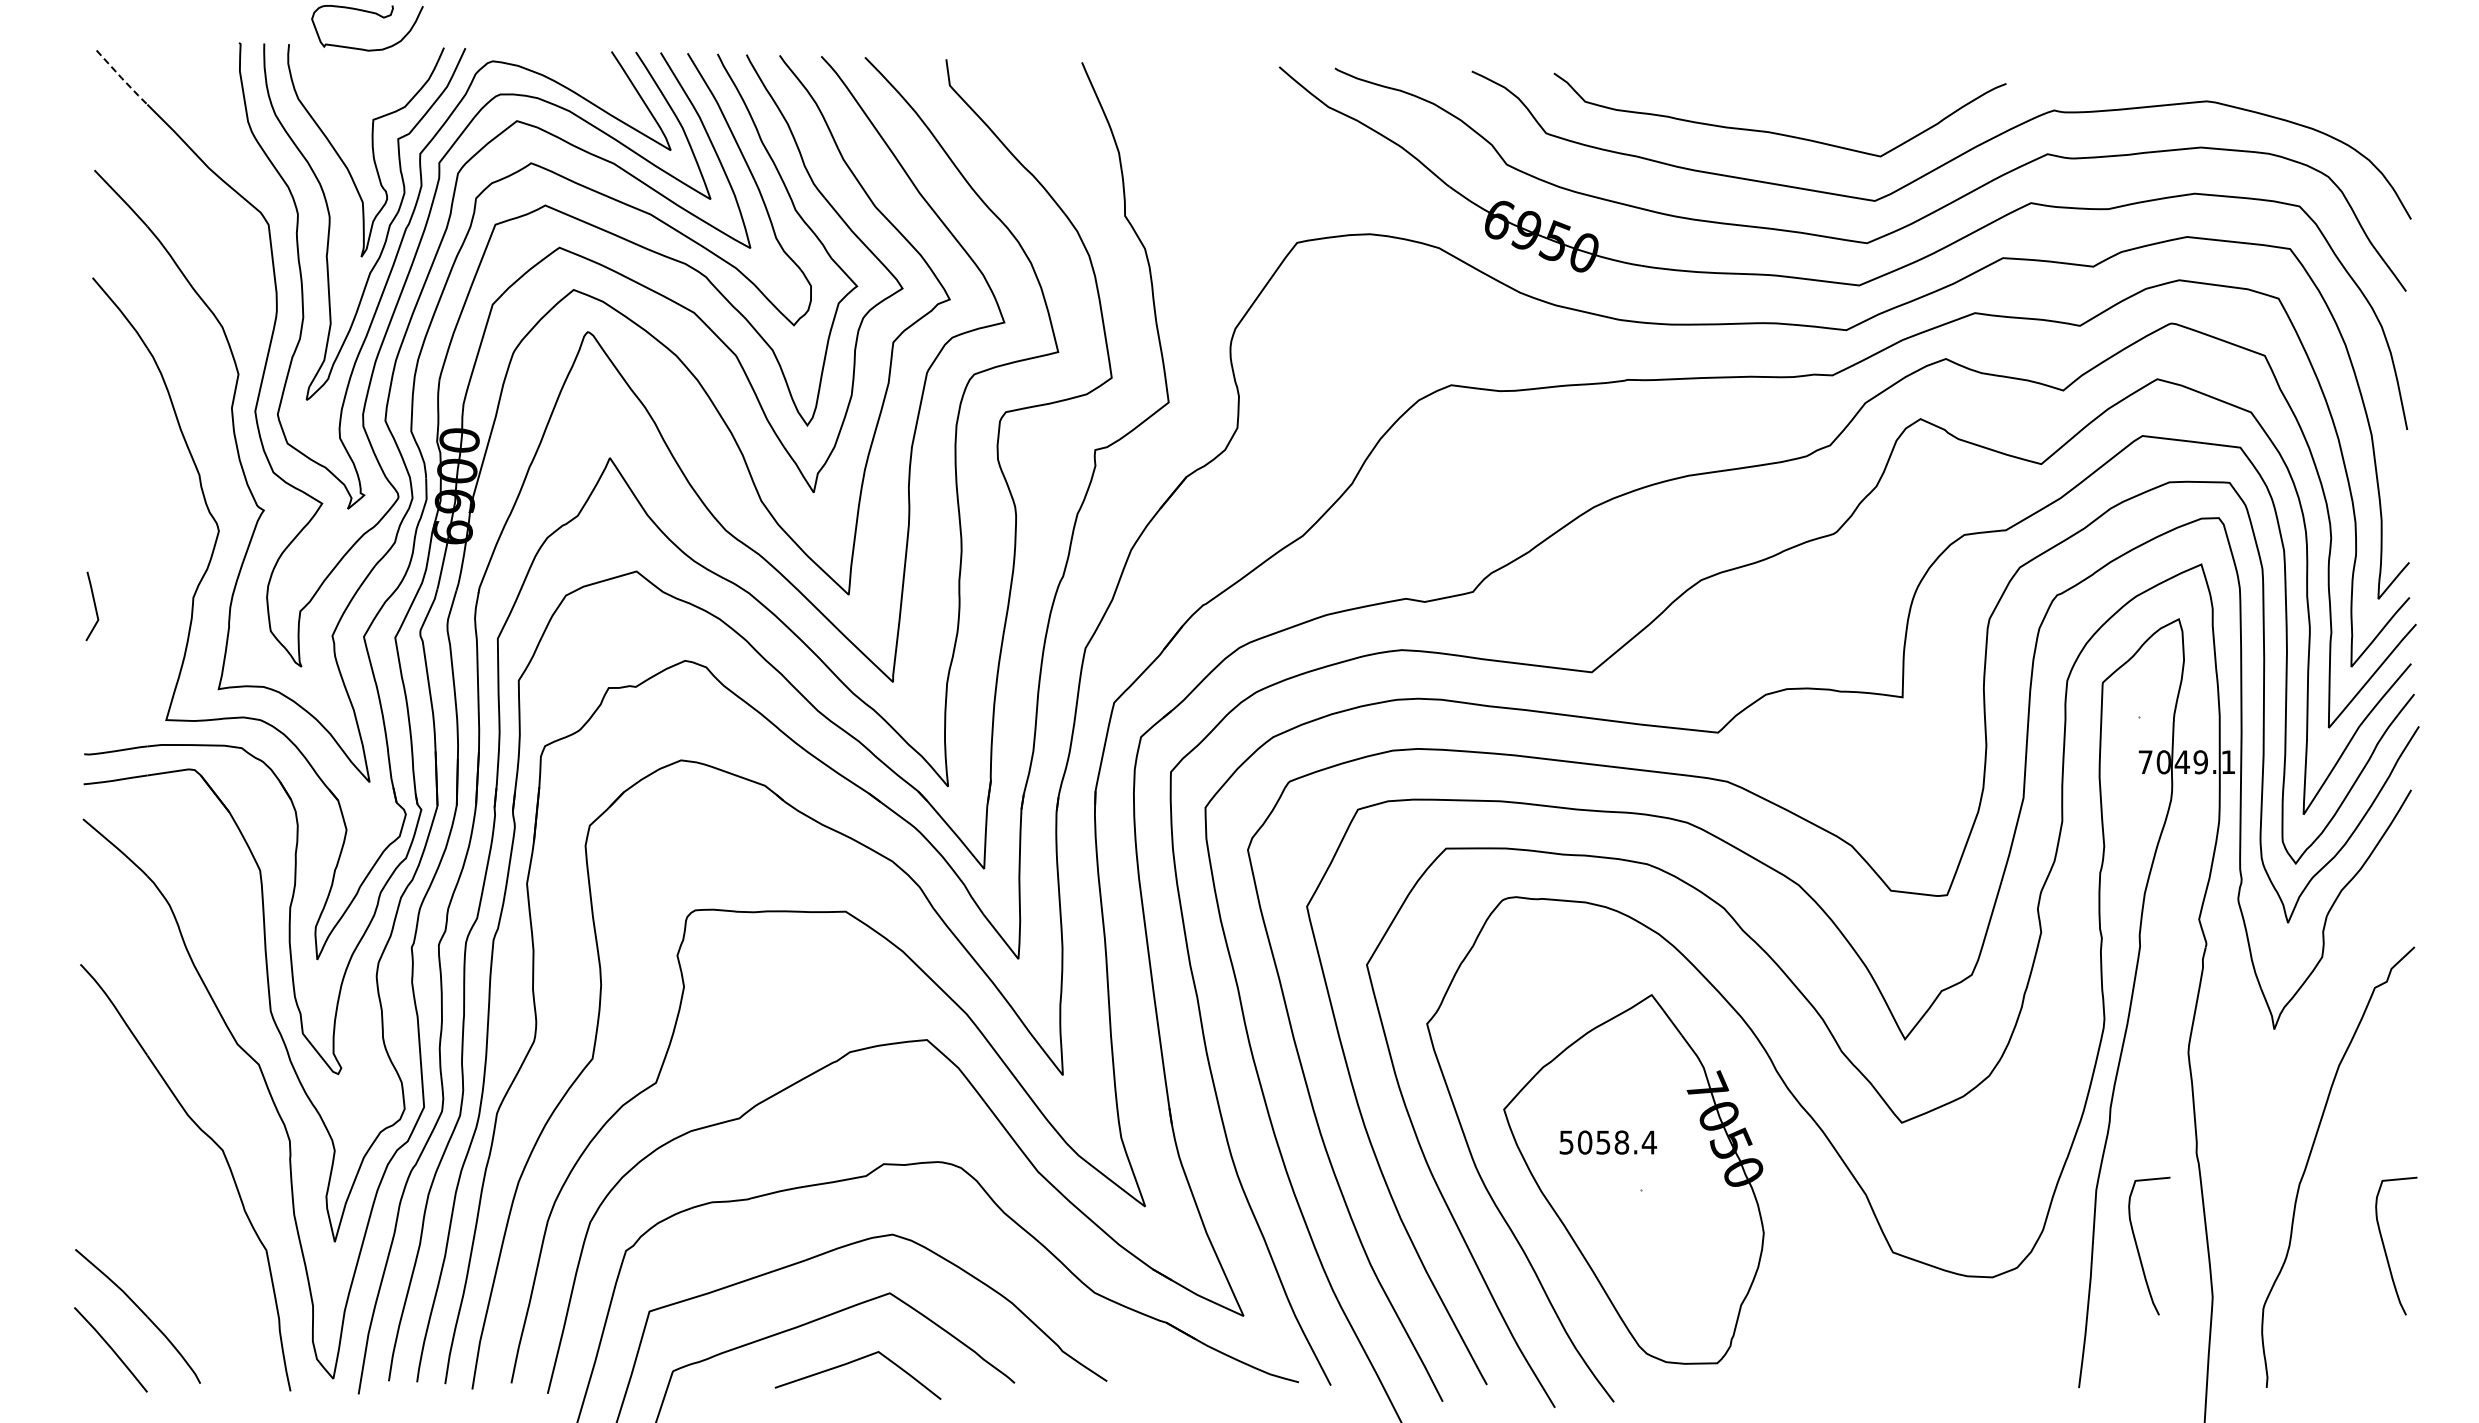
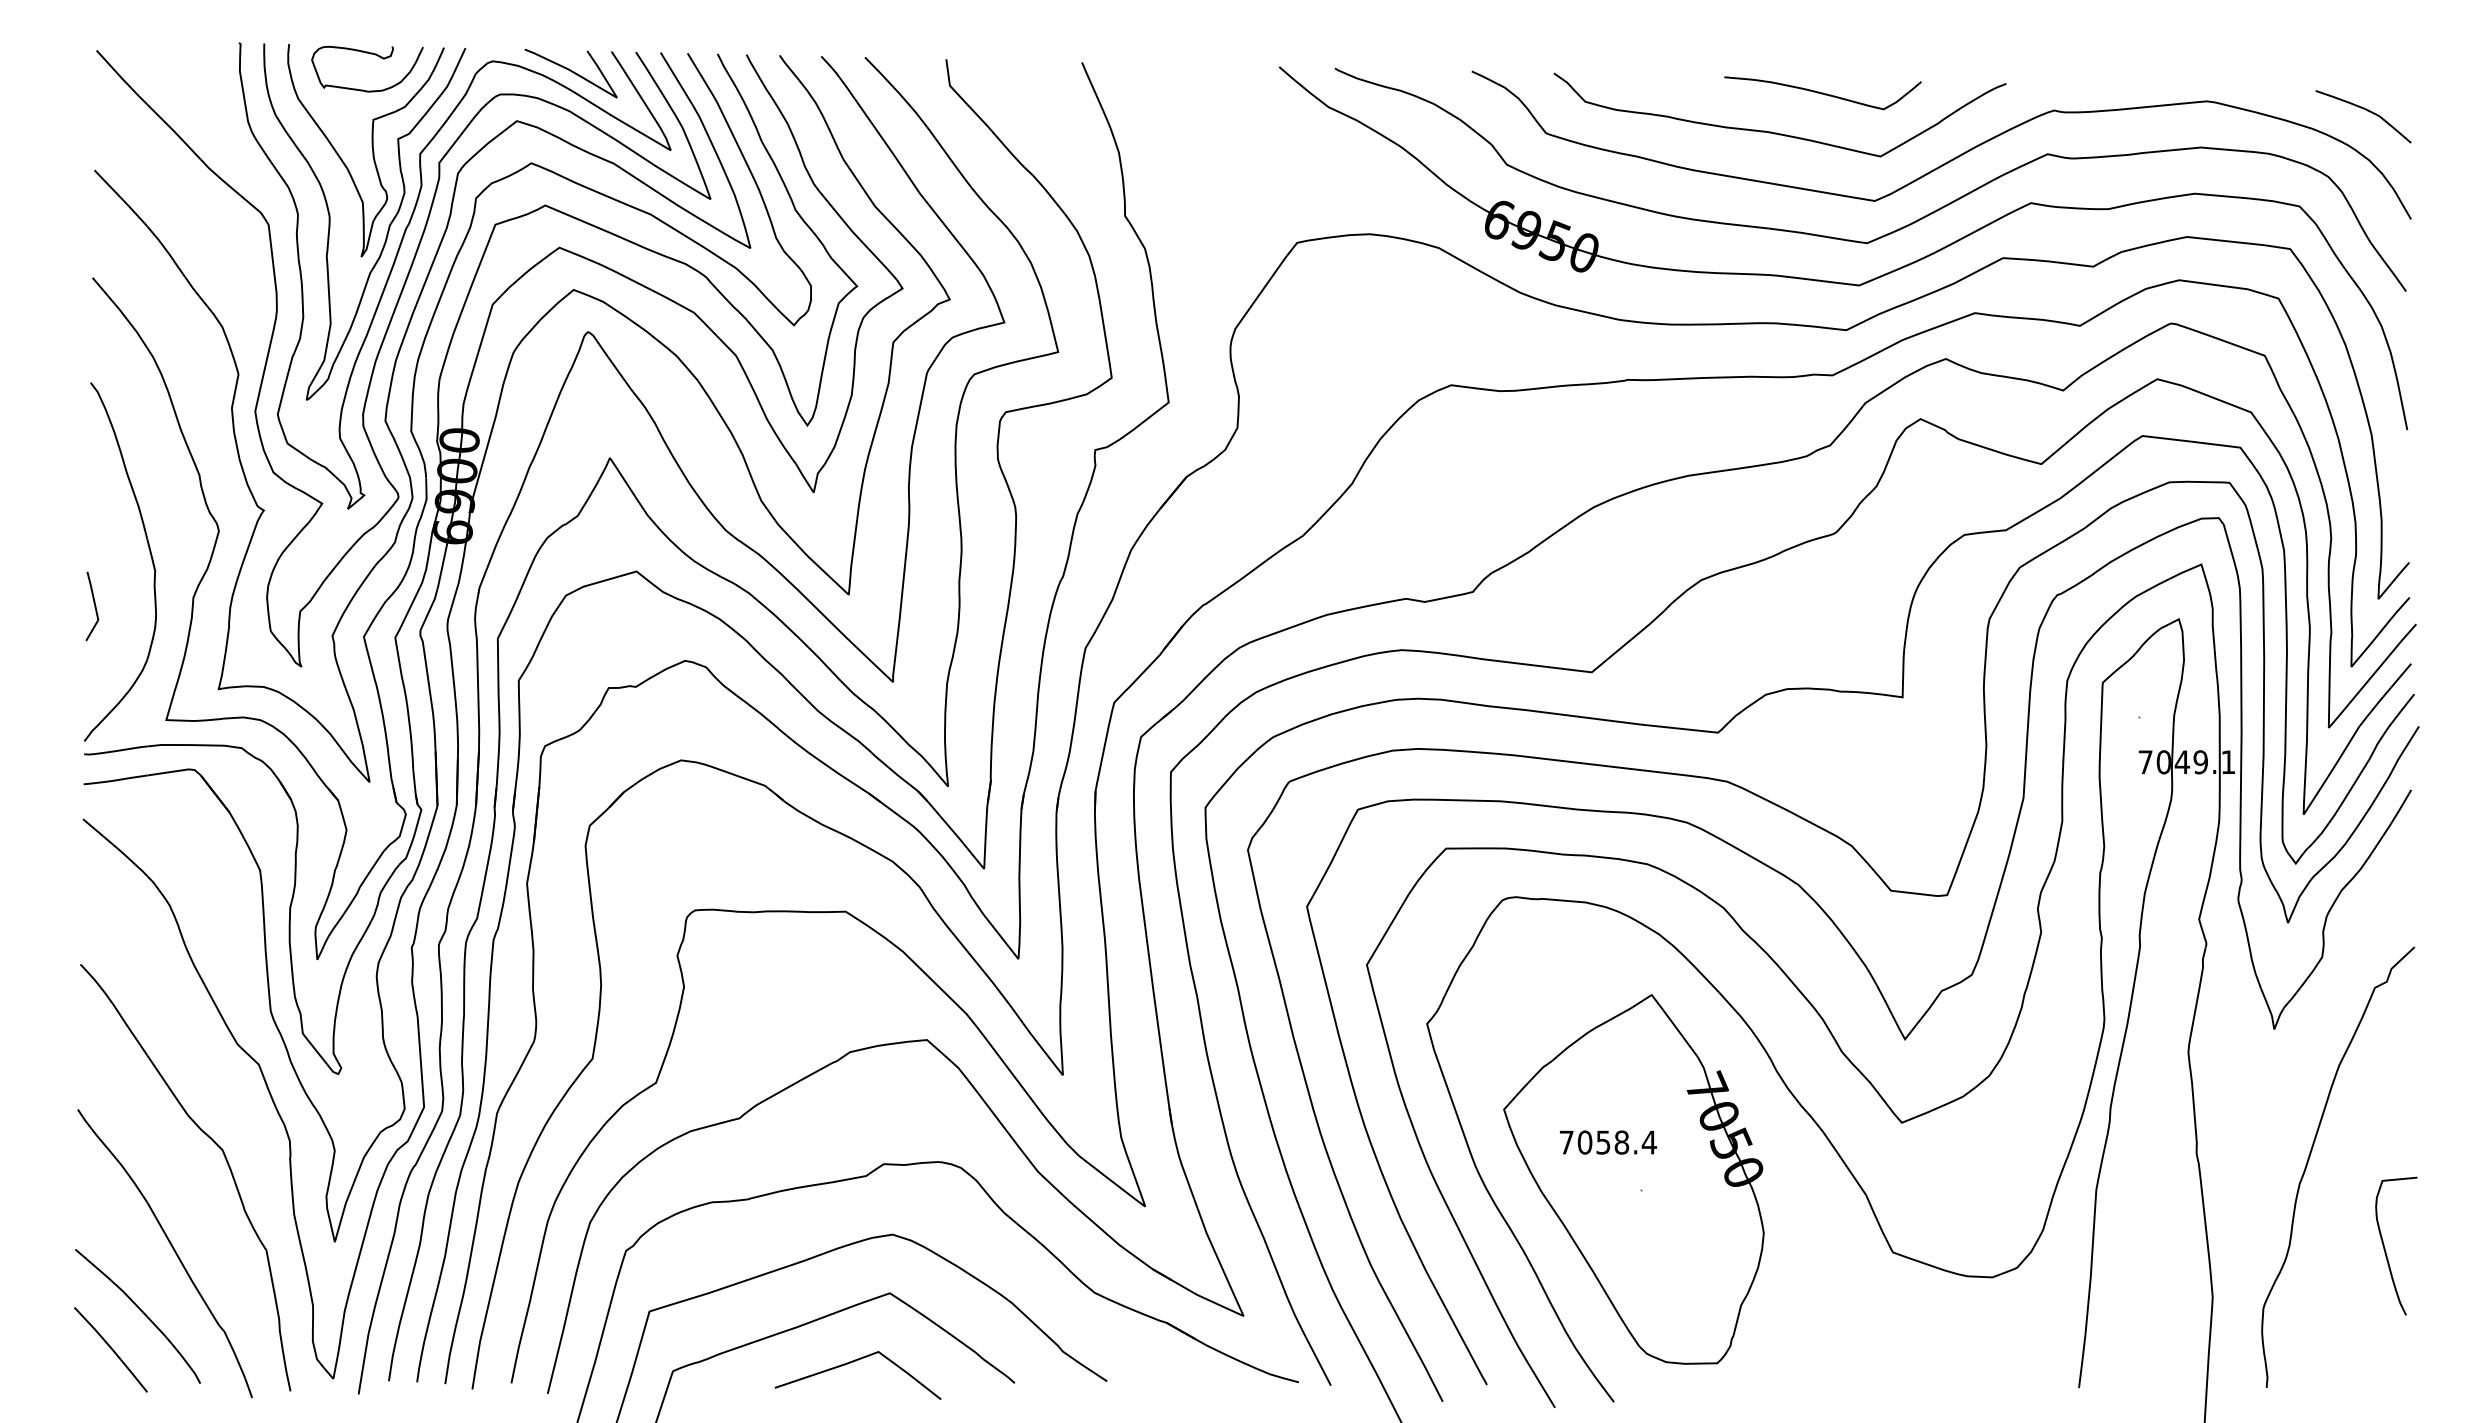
curve at (370, 13) position: (370, 13) -> (370, 54)
curve at (571, 72): none -> present
line at (121, 78): dashed -> solid
curve at (1822, 93): none -> present
curve at (2365, 110): none -> present
part at (149, 552): none -> present
text at (1566, 1142): 5058.4 -> 7058.4
part at (171, 1247): none -> present
curve at (2138, 1248): present -> none
